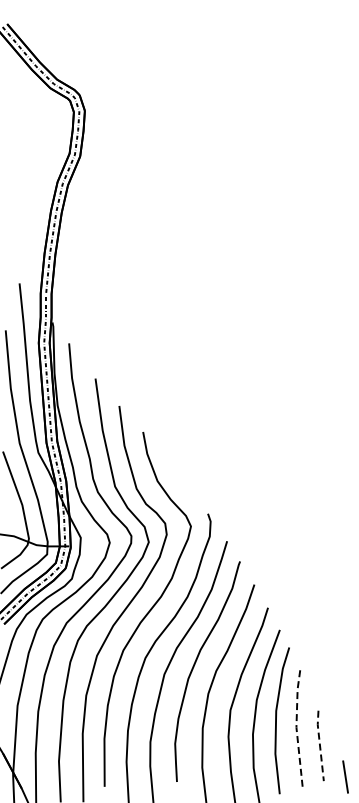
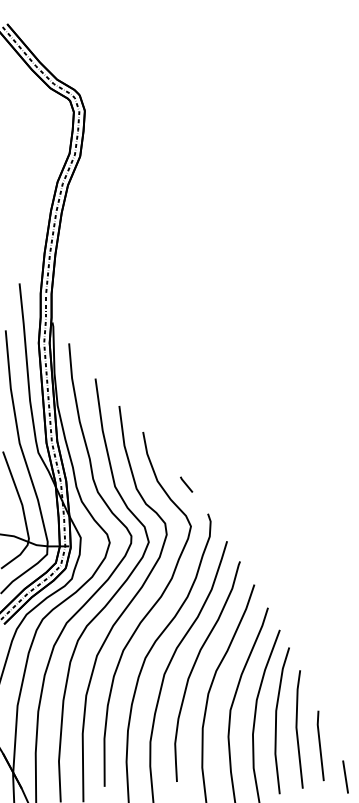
line at (186, 484): none -> present
line at (296, 728): dashed -> solid
line at (319, 745): dashed -> solid
